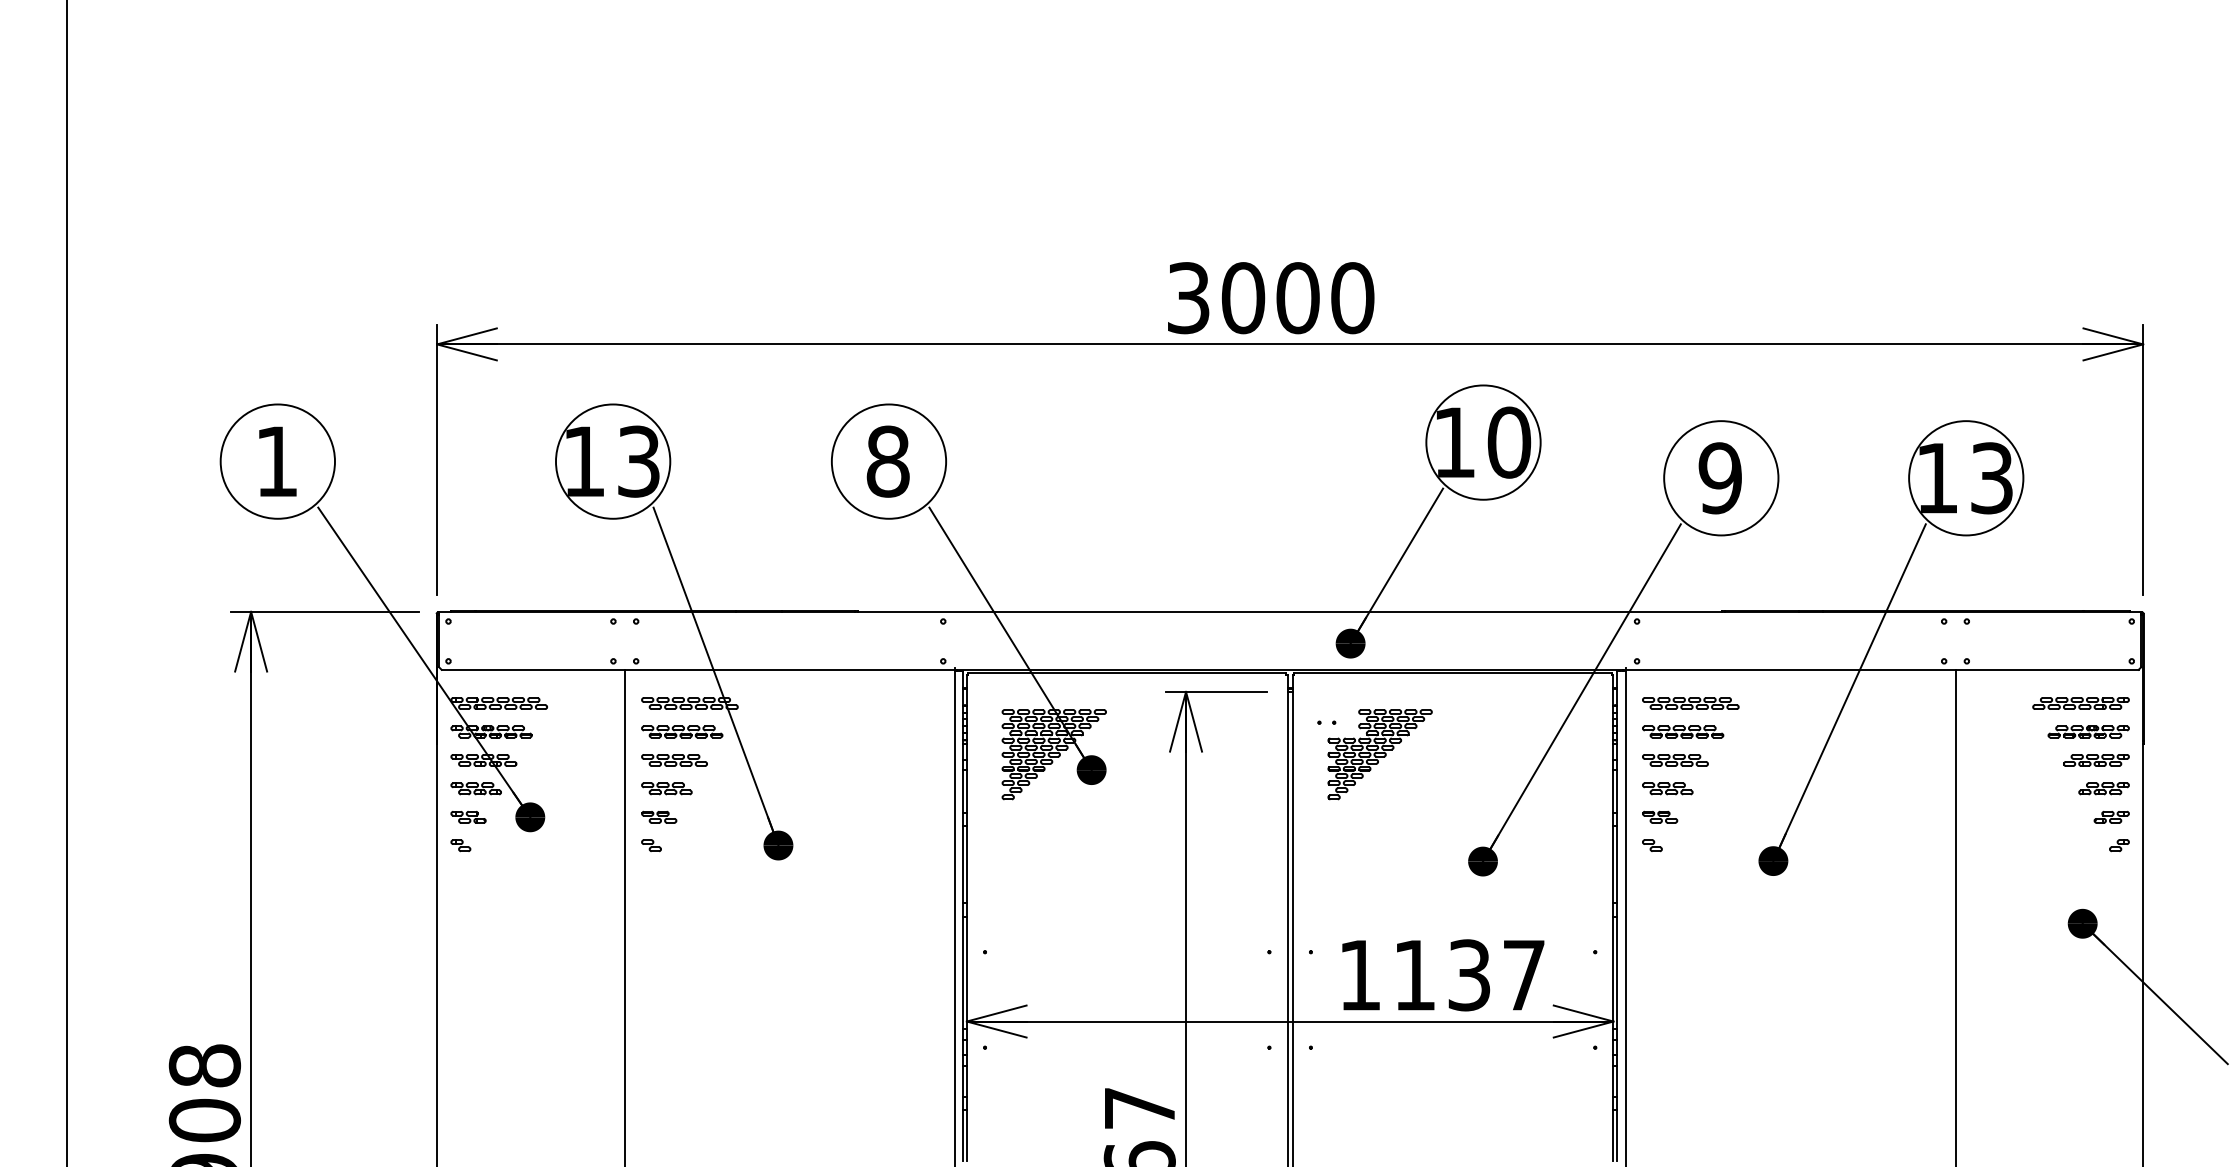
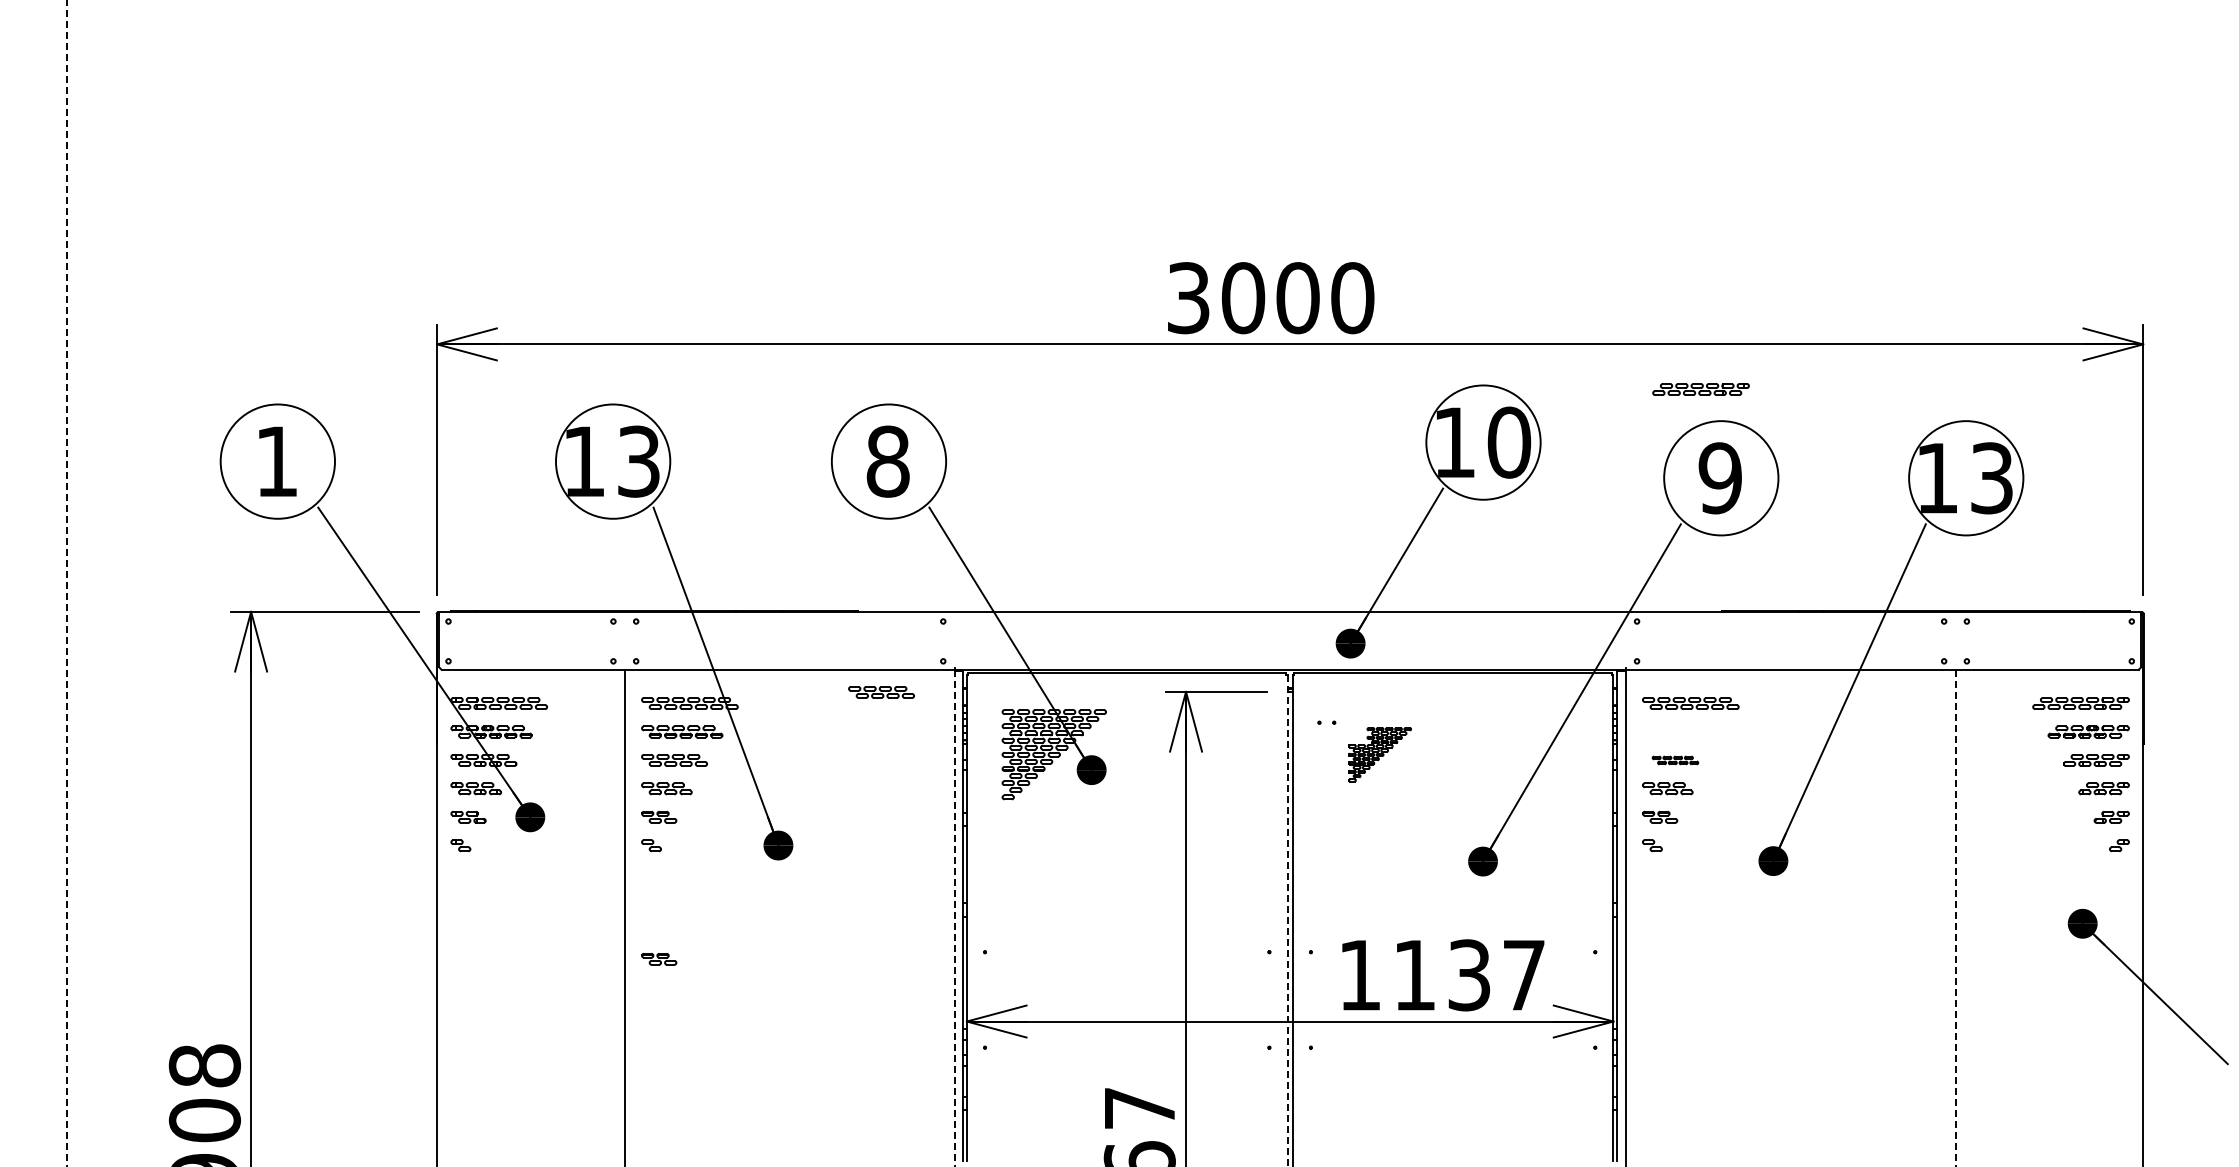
part at (1700, 389): none -> present
line at (67, 583): solid -> dashed
part at (881, 692): none -> present
part at (1683, 731): present -> none
part at (1379, 754) size: 106x92 px -> 64x56 px
part at (1675, 760) size: 67x13 px -> 49x11 px
line at (954, 918): solid -> dashed
line at (1955, 918): solid -> dashed
line at (1287, 920): solid -> dashed
part at (659, 958): none -> present
